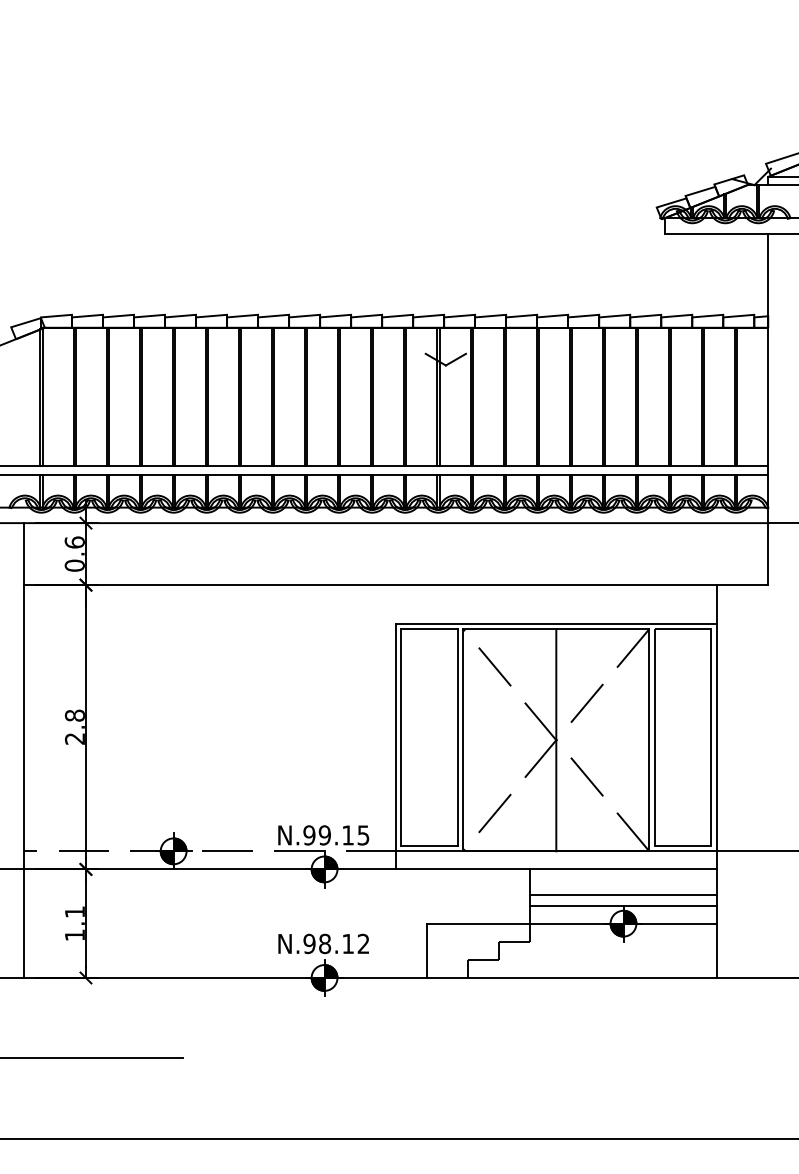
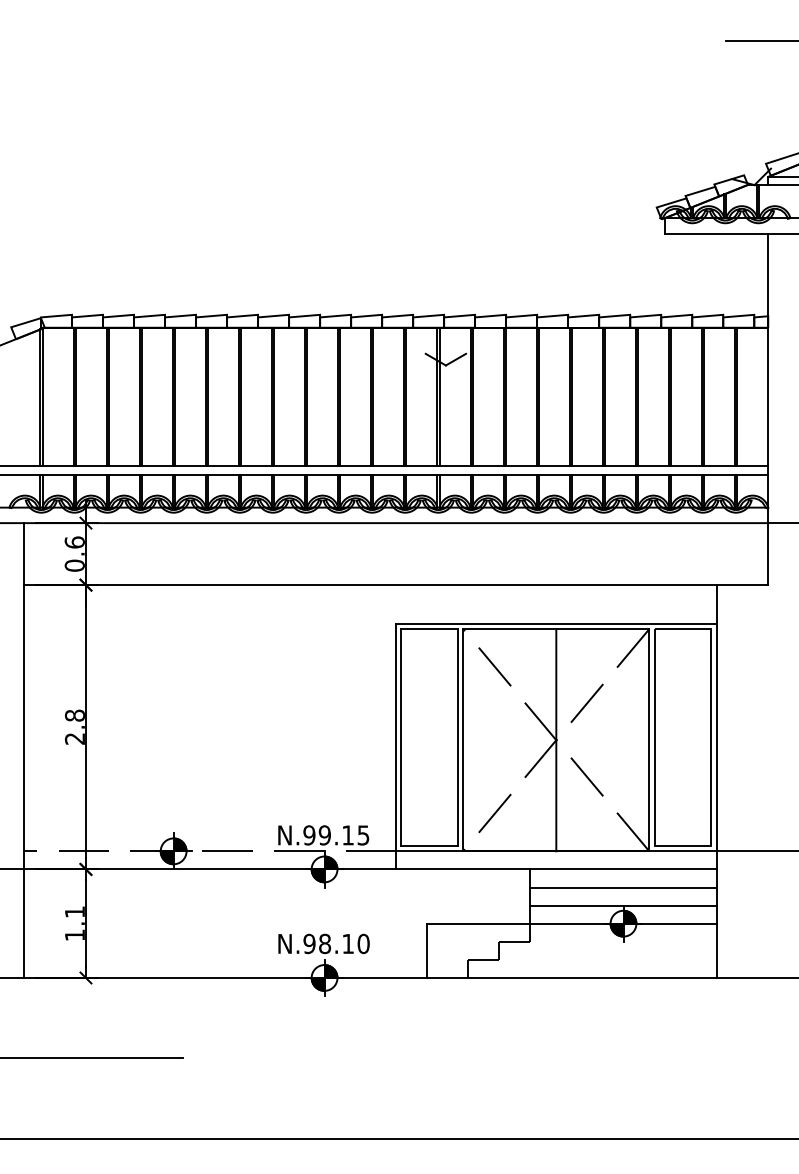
line at (760, 40): none -> present
line at (623, 894) position: (623, 894) -> (623, 887)
text at (363, 943): N.98.12 -> N.98.10
